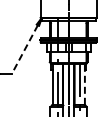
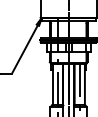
line at (24, 49): dashed -> solid
line at (84, 84): dashed -> solid
